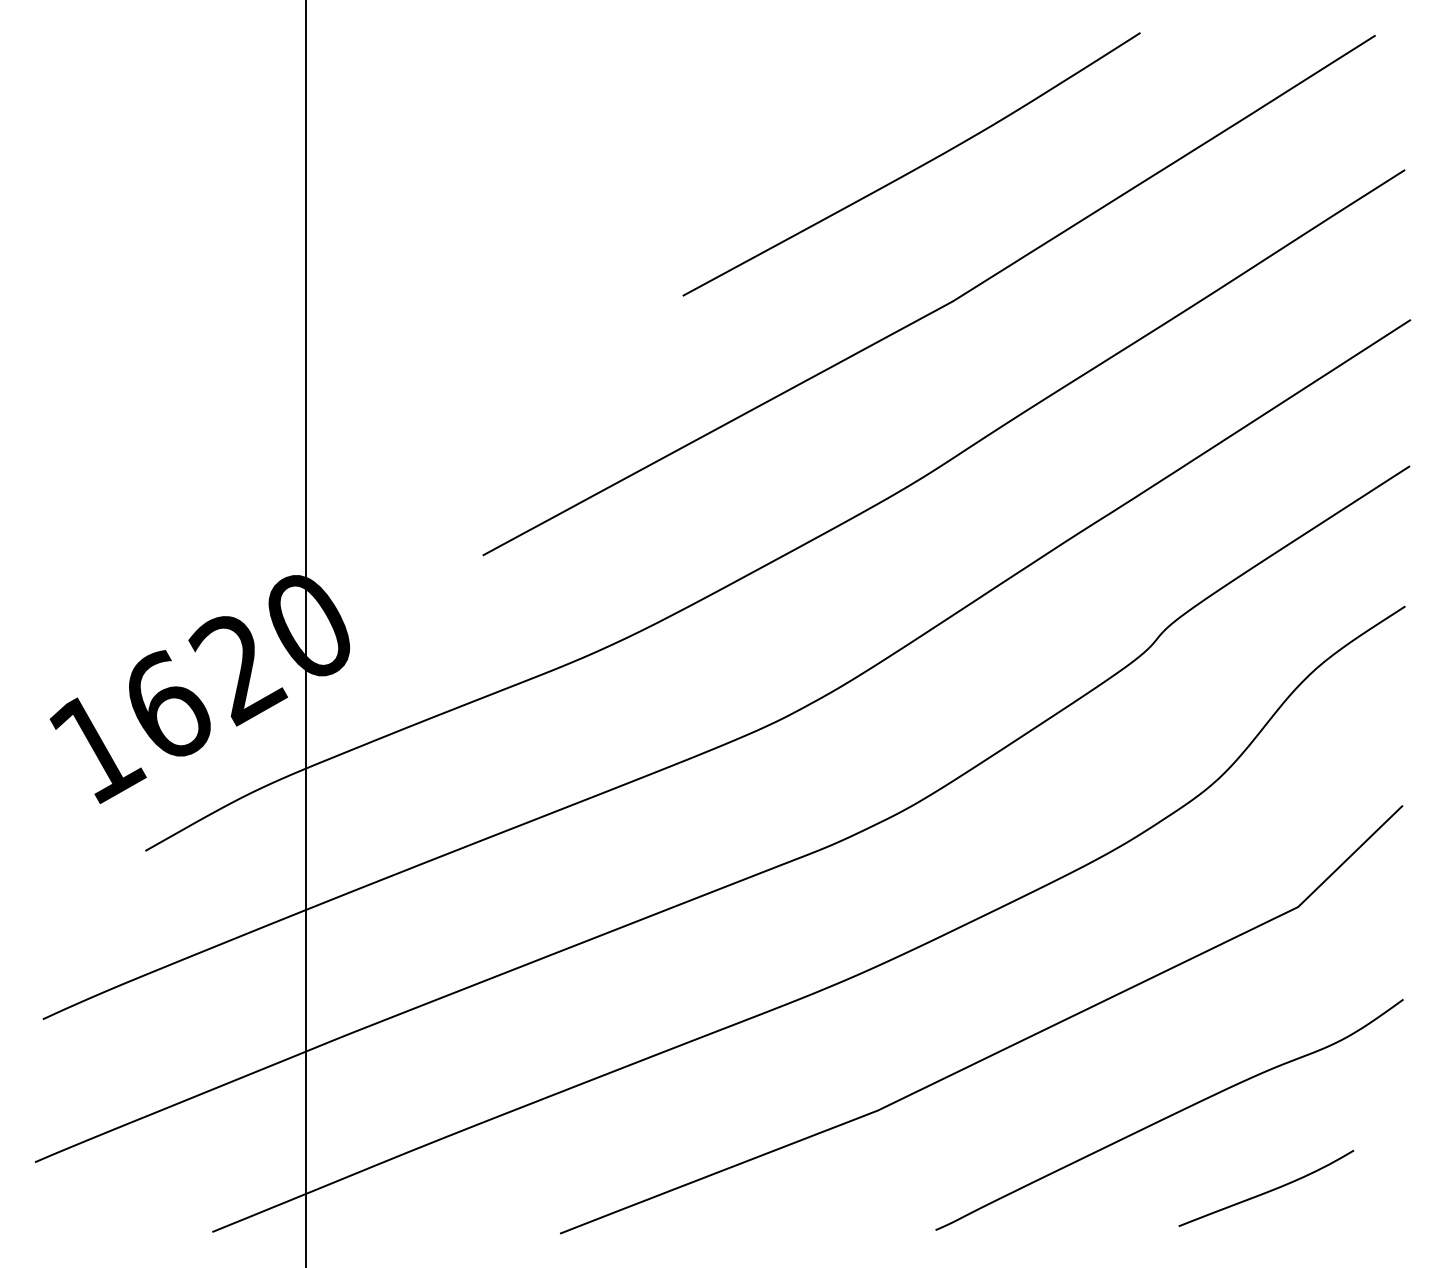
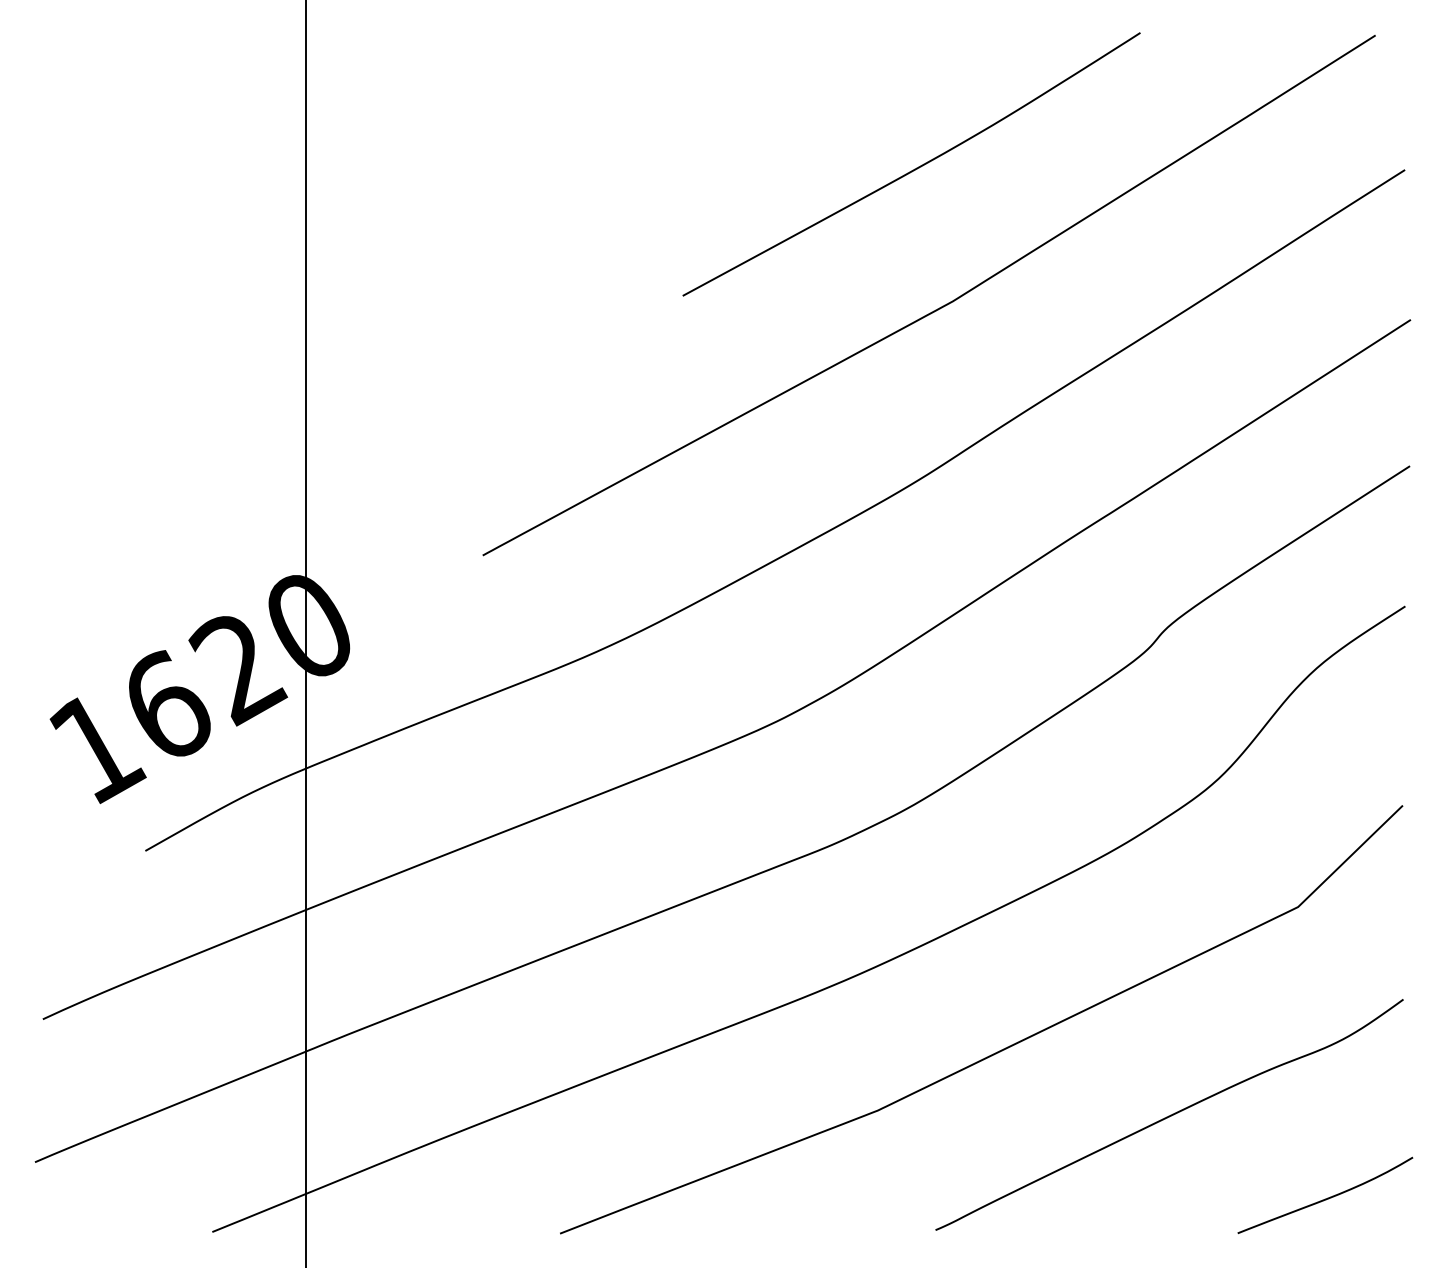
curve at (1268, 1190) position: (1268, 1190) -> (1327, 1197)
